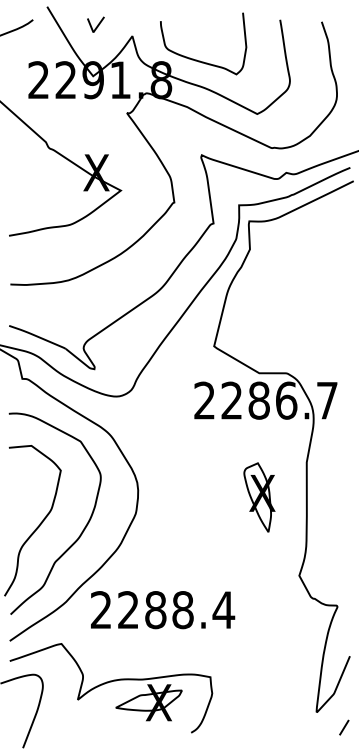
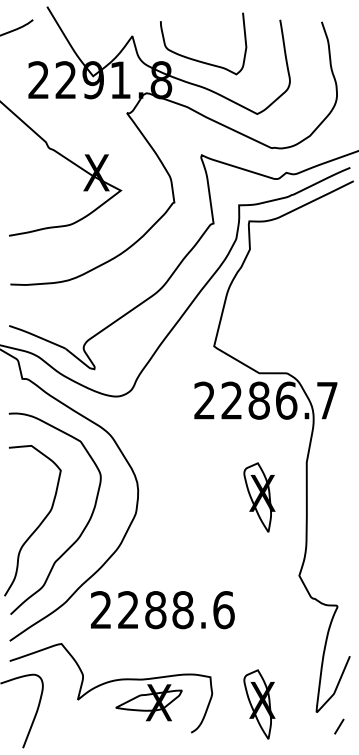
line at (97, 24): present -> none
text at (223, 610): 2288.4 -> 2288.6
part at (259, 704): none -> present
line at (344, 727) position: (344, 727) -> (339, 726)
